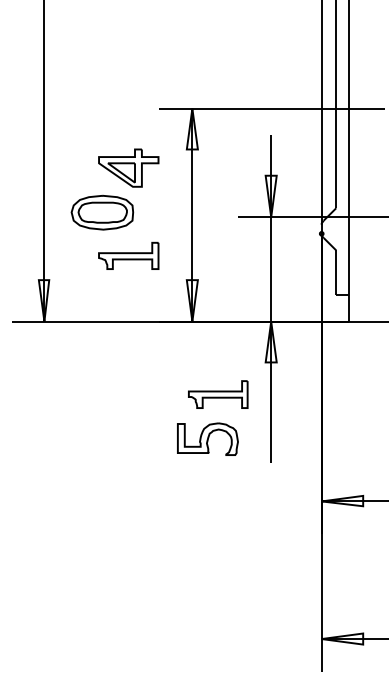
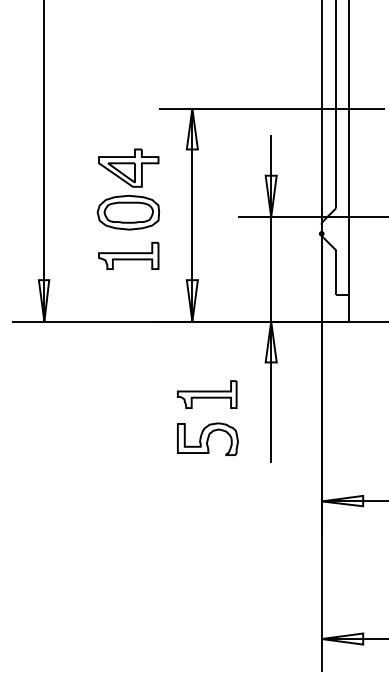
part at (102, 212) position: (102, 212) -> (128, 212)
part at (218, 394) position: (218, 394) -> (207, 394)
